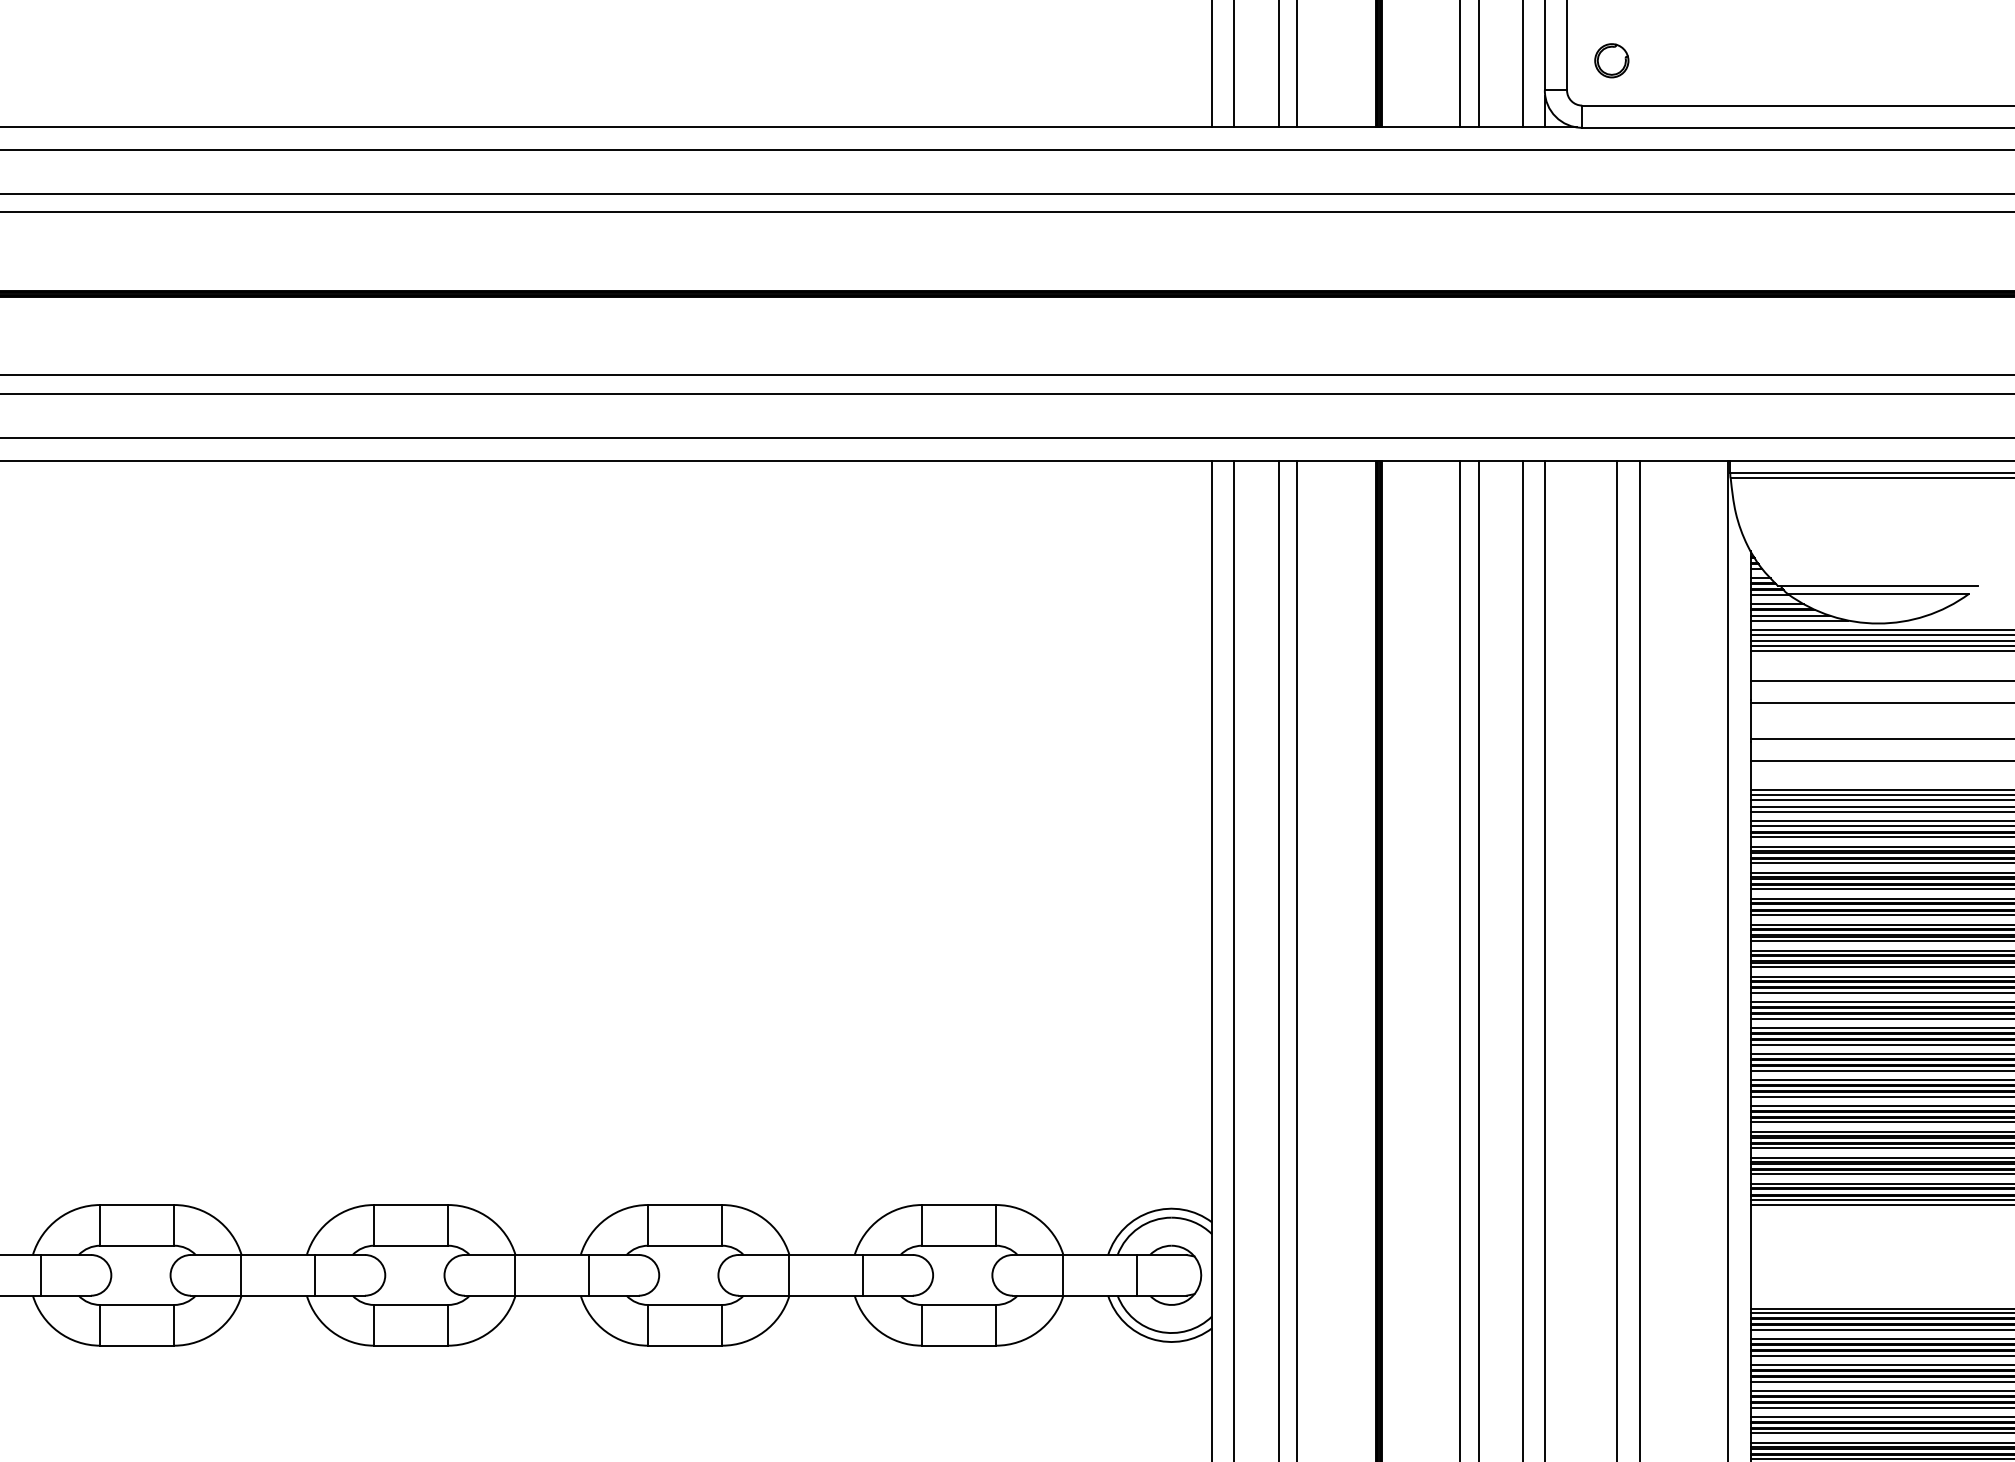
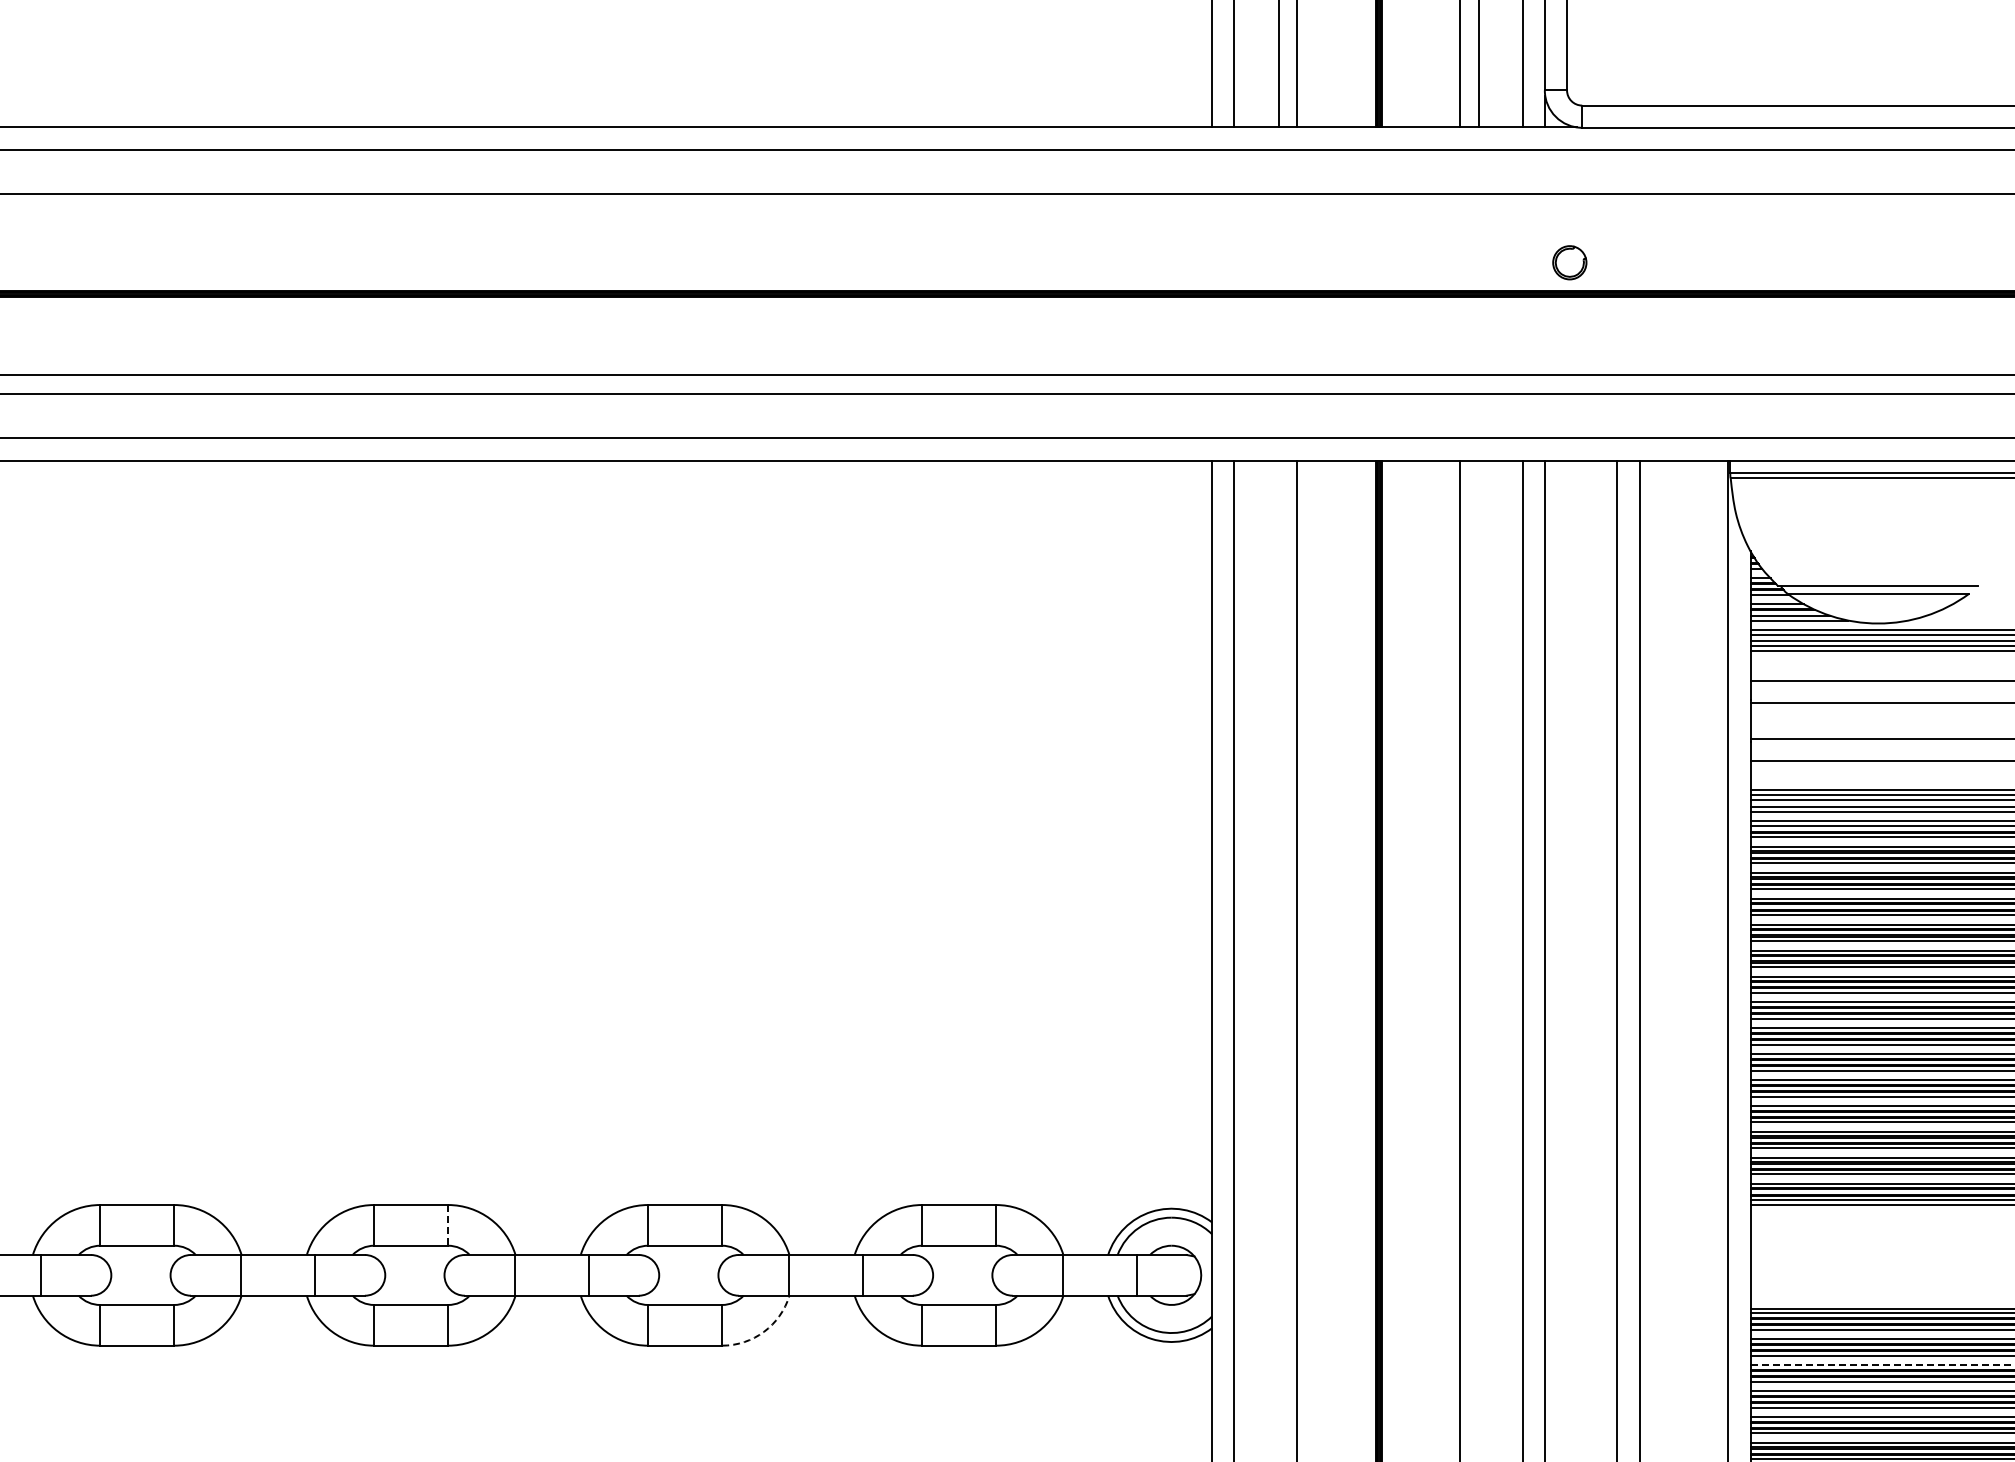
part at (1611, 60) position: (1611, 60) -> (1569, 262)
line at (1006, 212): present -> none
line at (1278, 959): present -> none
line at (1478, 959): present -> none
line at (448, 1225): solid -> dashed
arc at (764, 1331): solid -> dashed
line at (1882, 1365): solid -> dashed
